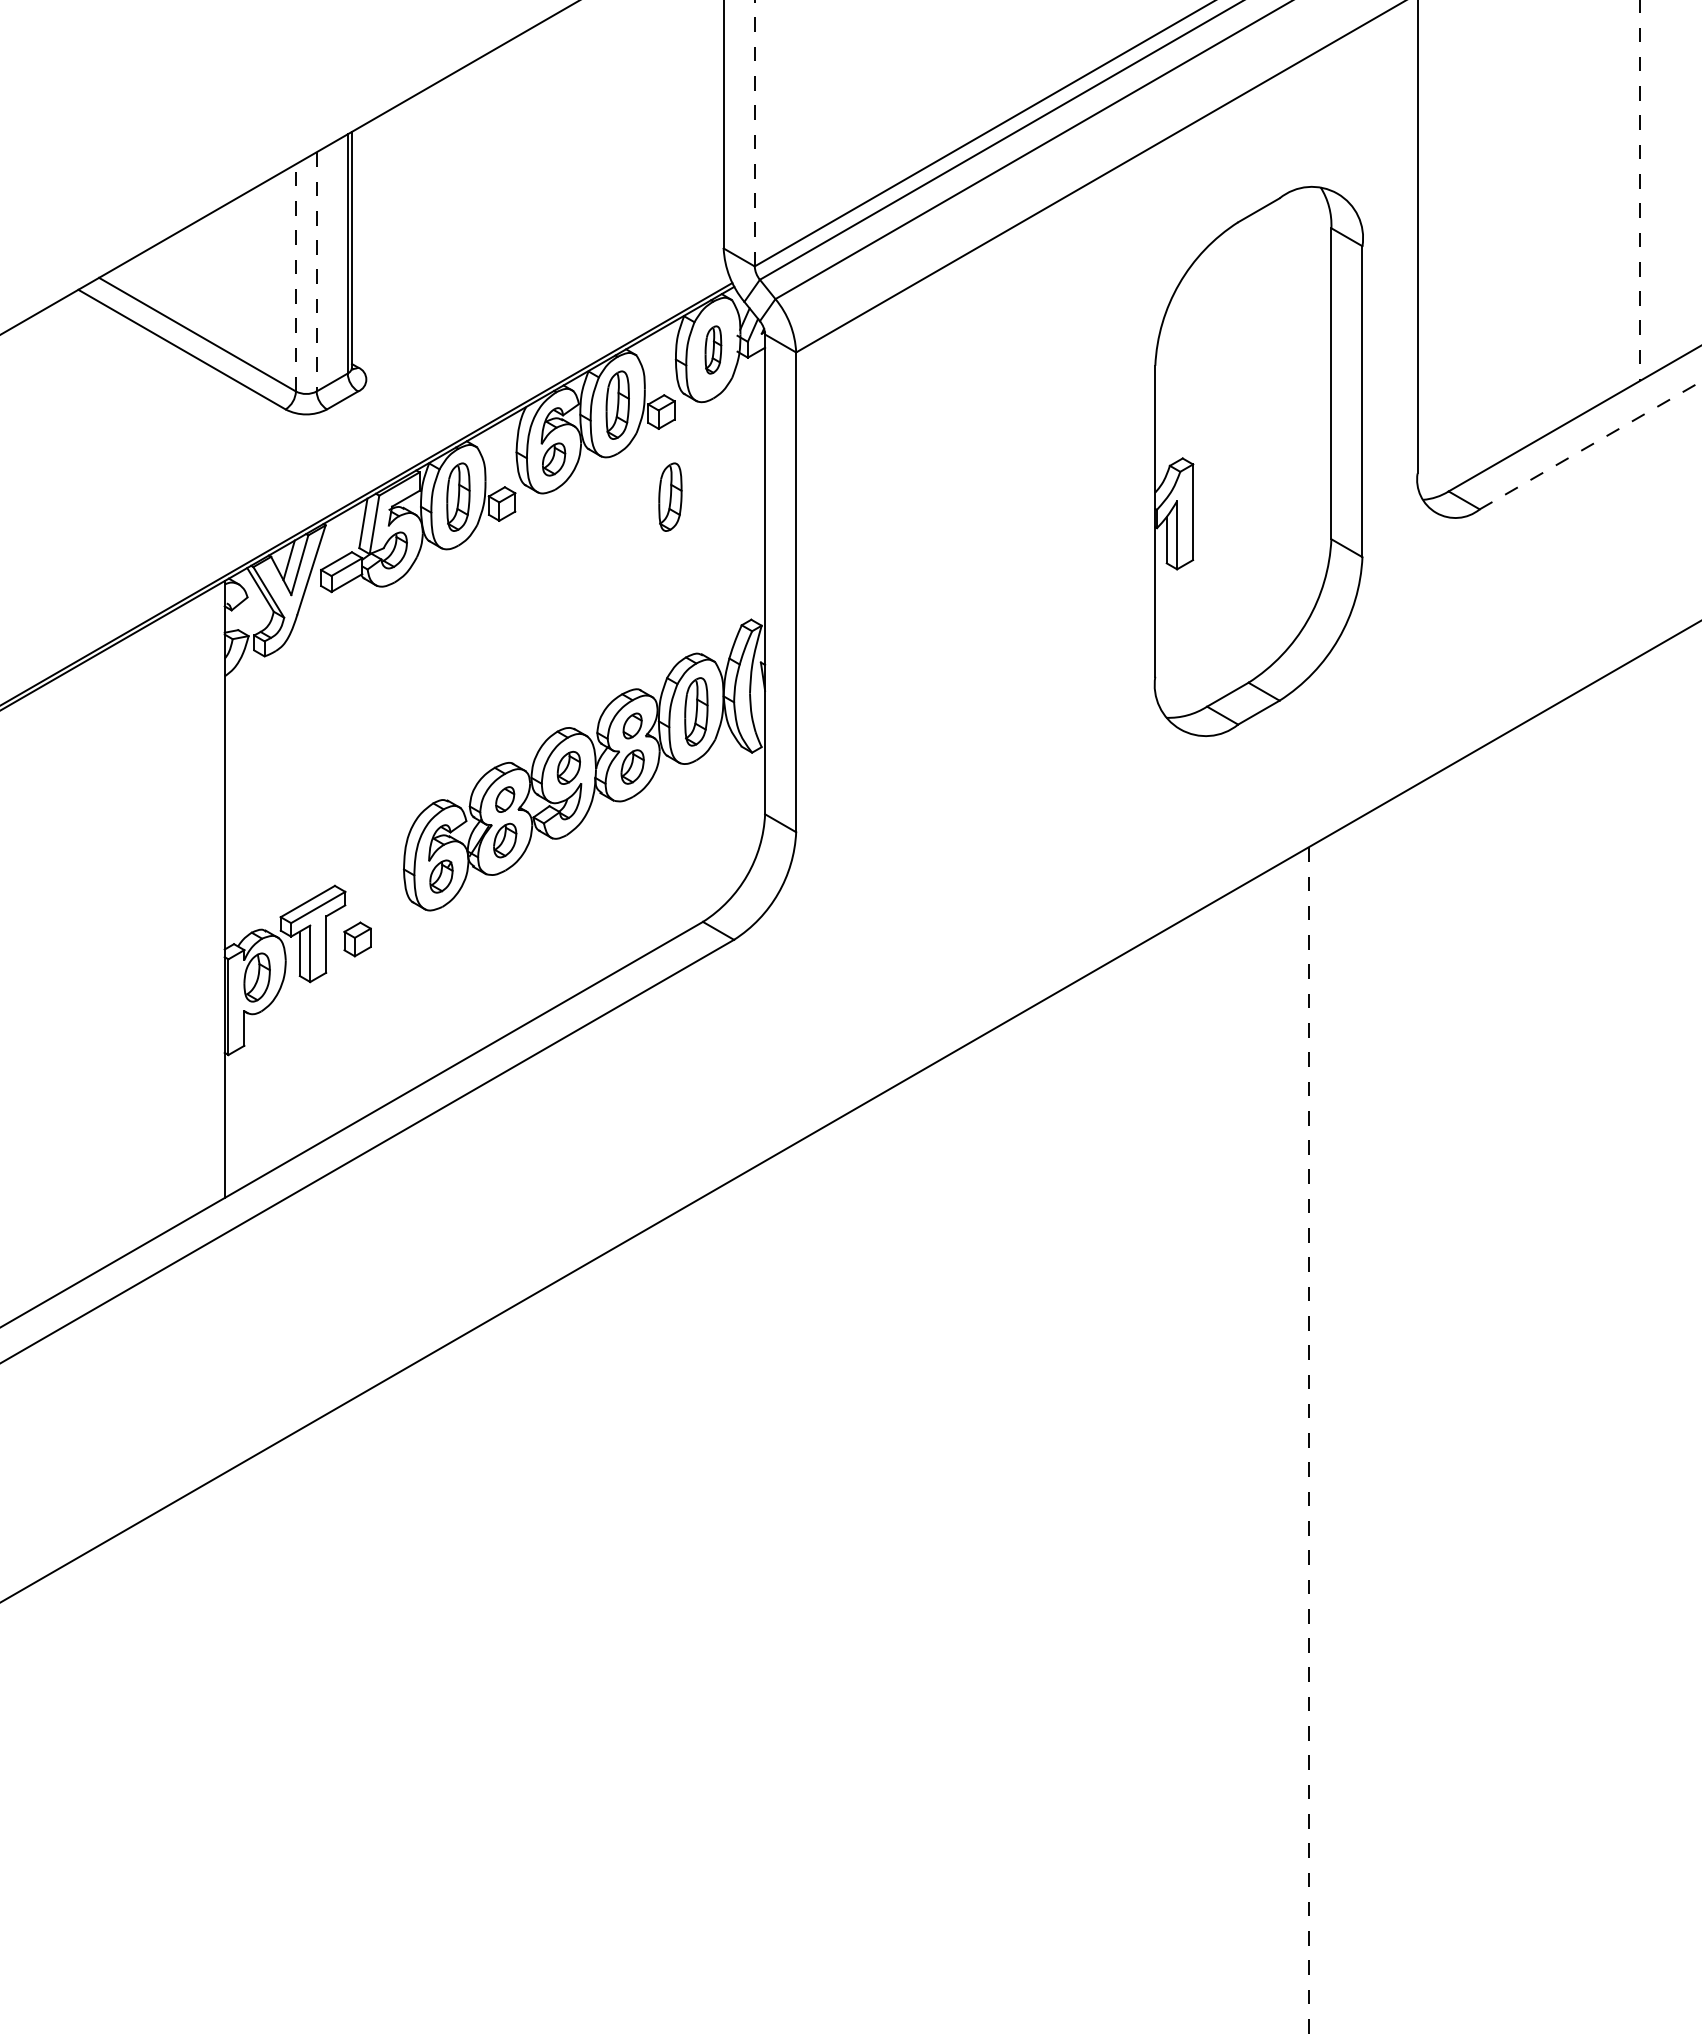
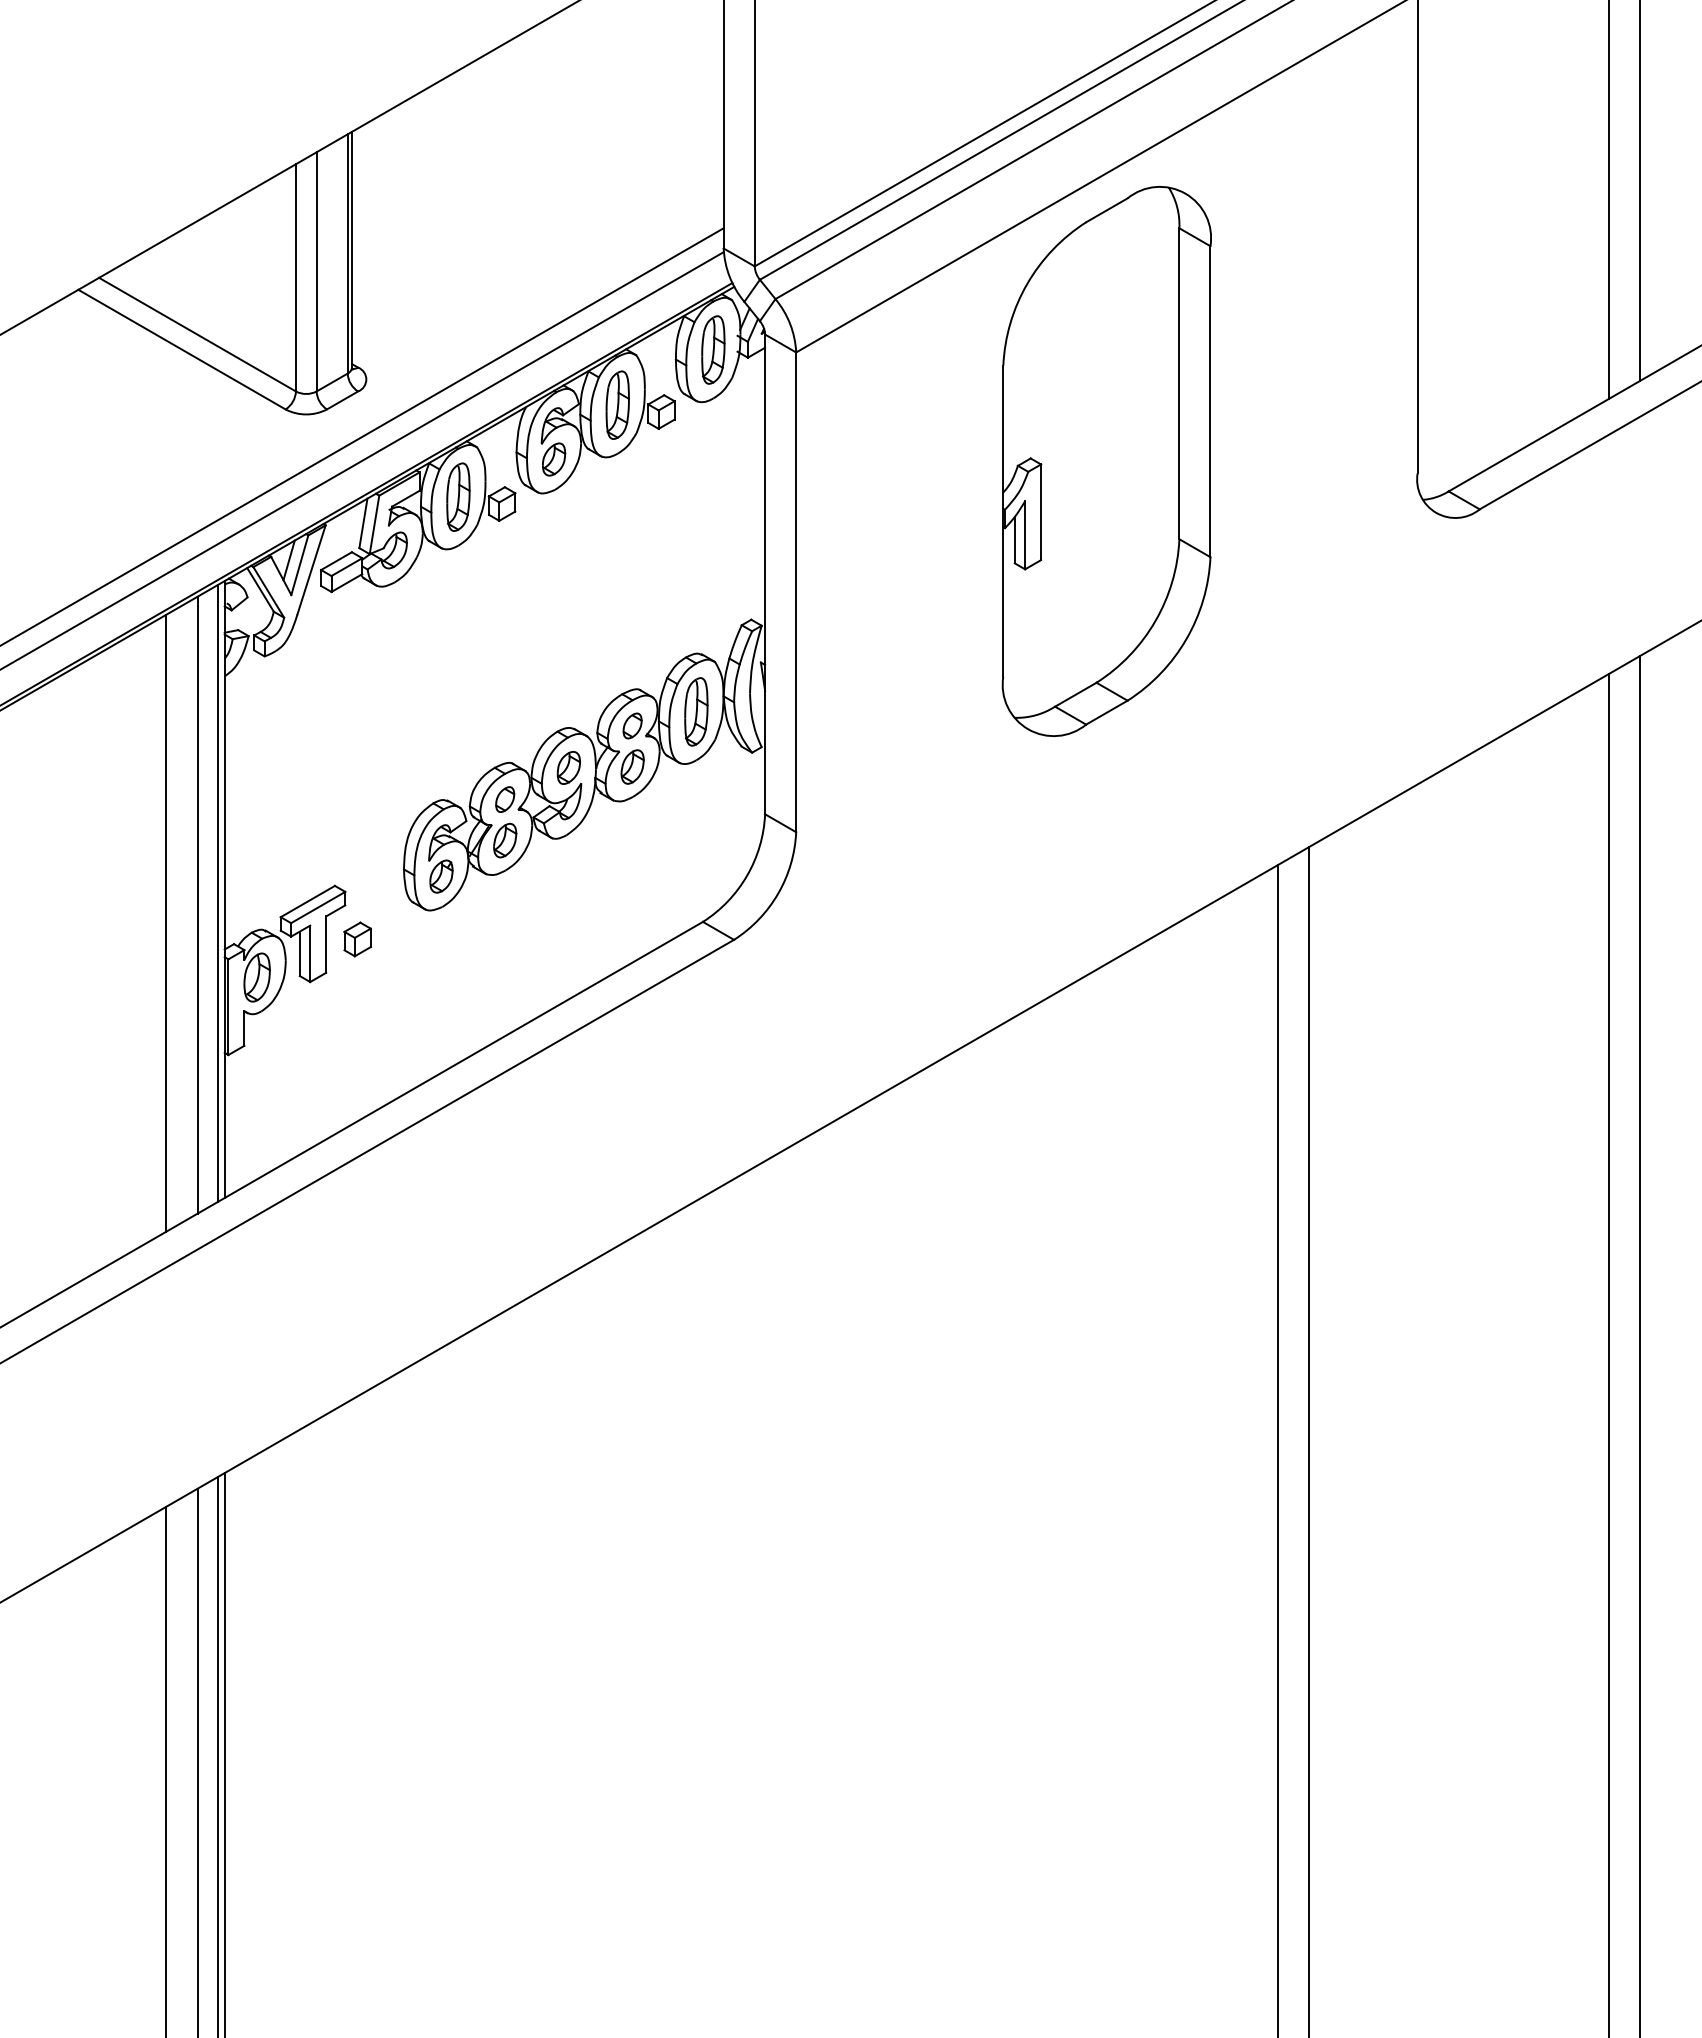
line at (754, 132): dashed -> solid
line at (1640, 190): dashed -> solid
line at (1609, 200): none -> present
line at (316, 271): dashed -> solid
line at (295, 277): dashed -> solid
part at (713, 349) size: 19x50 px -> 25x70 px
line at (362, 436): none -> present
line at (1590, 445): dashed -> solid
line at (362, 460): none -> present
part at (1258, 460) position: (1258, 460) -> (1106, 460)
part at (670, 496): present -> none
line at (218, 892): none -> present
line at (197, 904): none -> present
line at (166, 922): none -> present
line at (1640, 1344): none -> present
line at (1609, 1353): none -> present
line at (1308, 1442): dashed -> solid
line at (1277, 1449): none -> present
line at (224, 1753): none -> present
line at (218, 1755): none -> present
line at (197, 1761): none -> present
line at (166, 1770): none -> present
